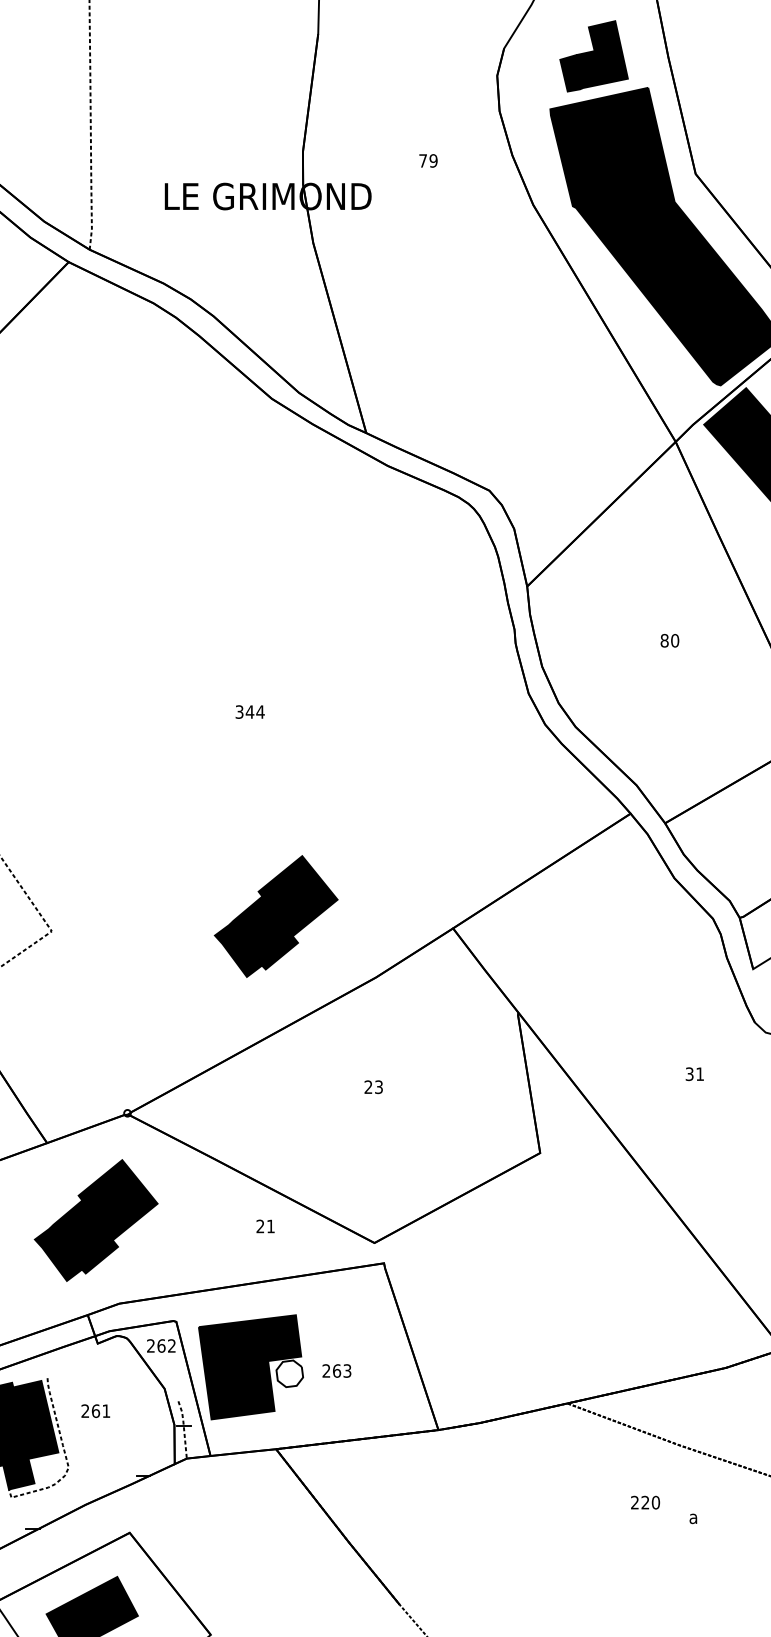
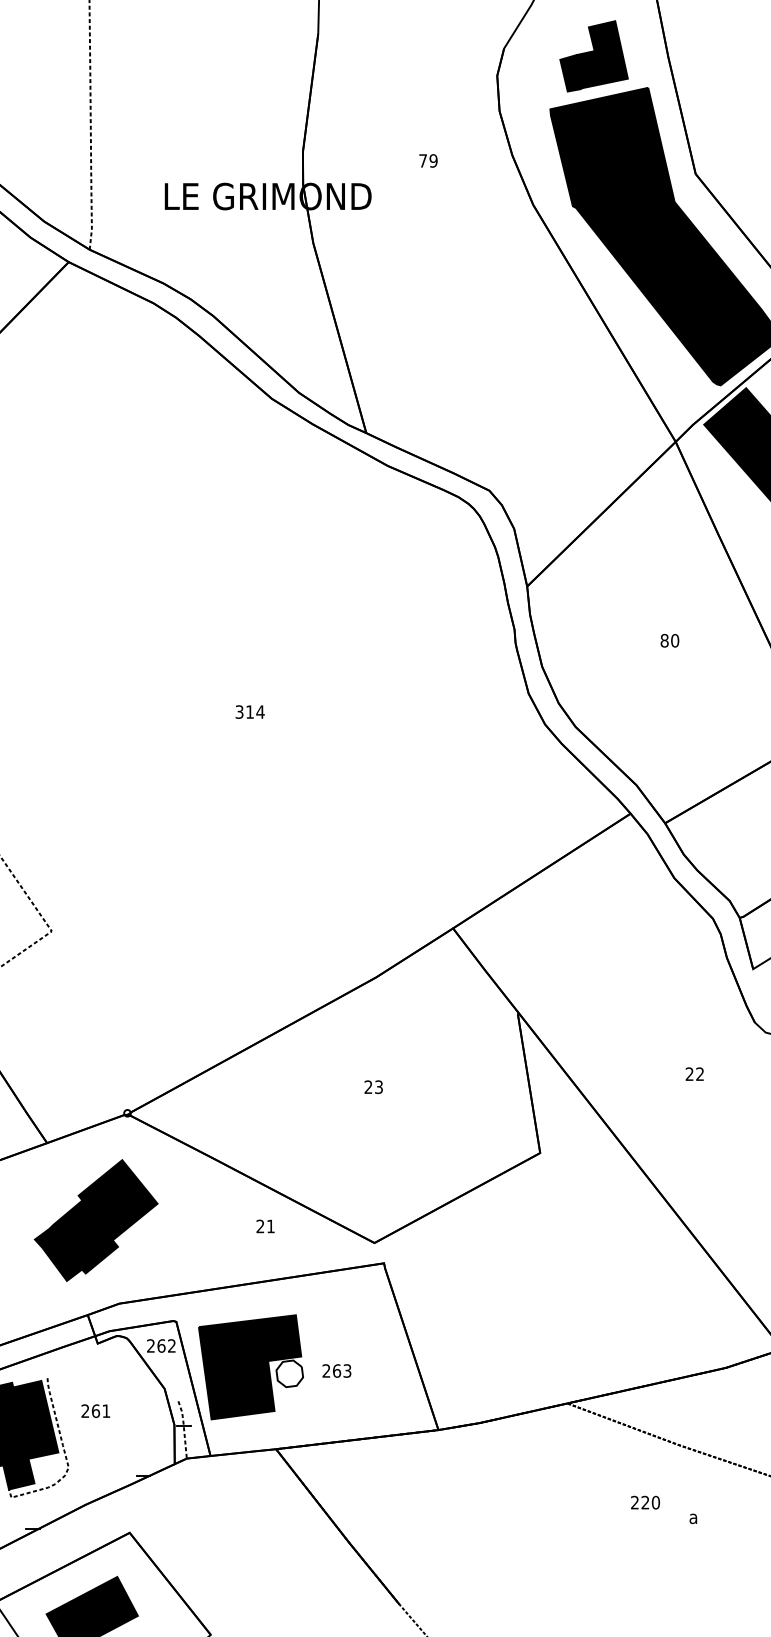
text at (249, 711): 344 -> 314
part at (275, 916): present -> none
text at (694, 1074): 31 -> 22
